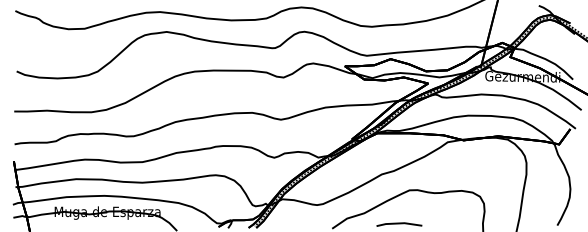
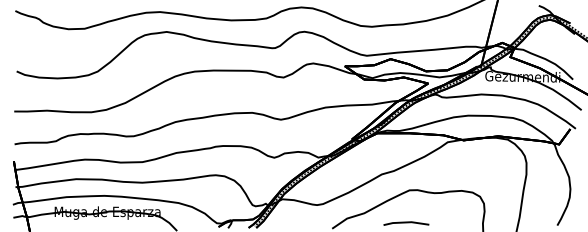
line at (399, 224) position: (399, 224) -> (406, 223)
